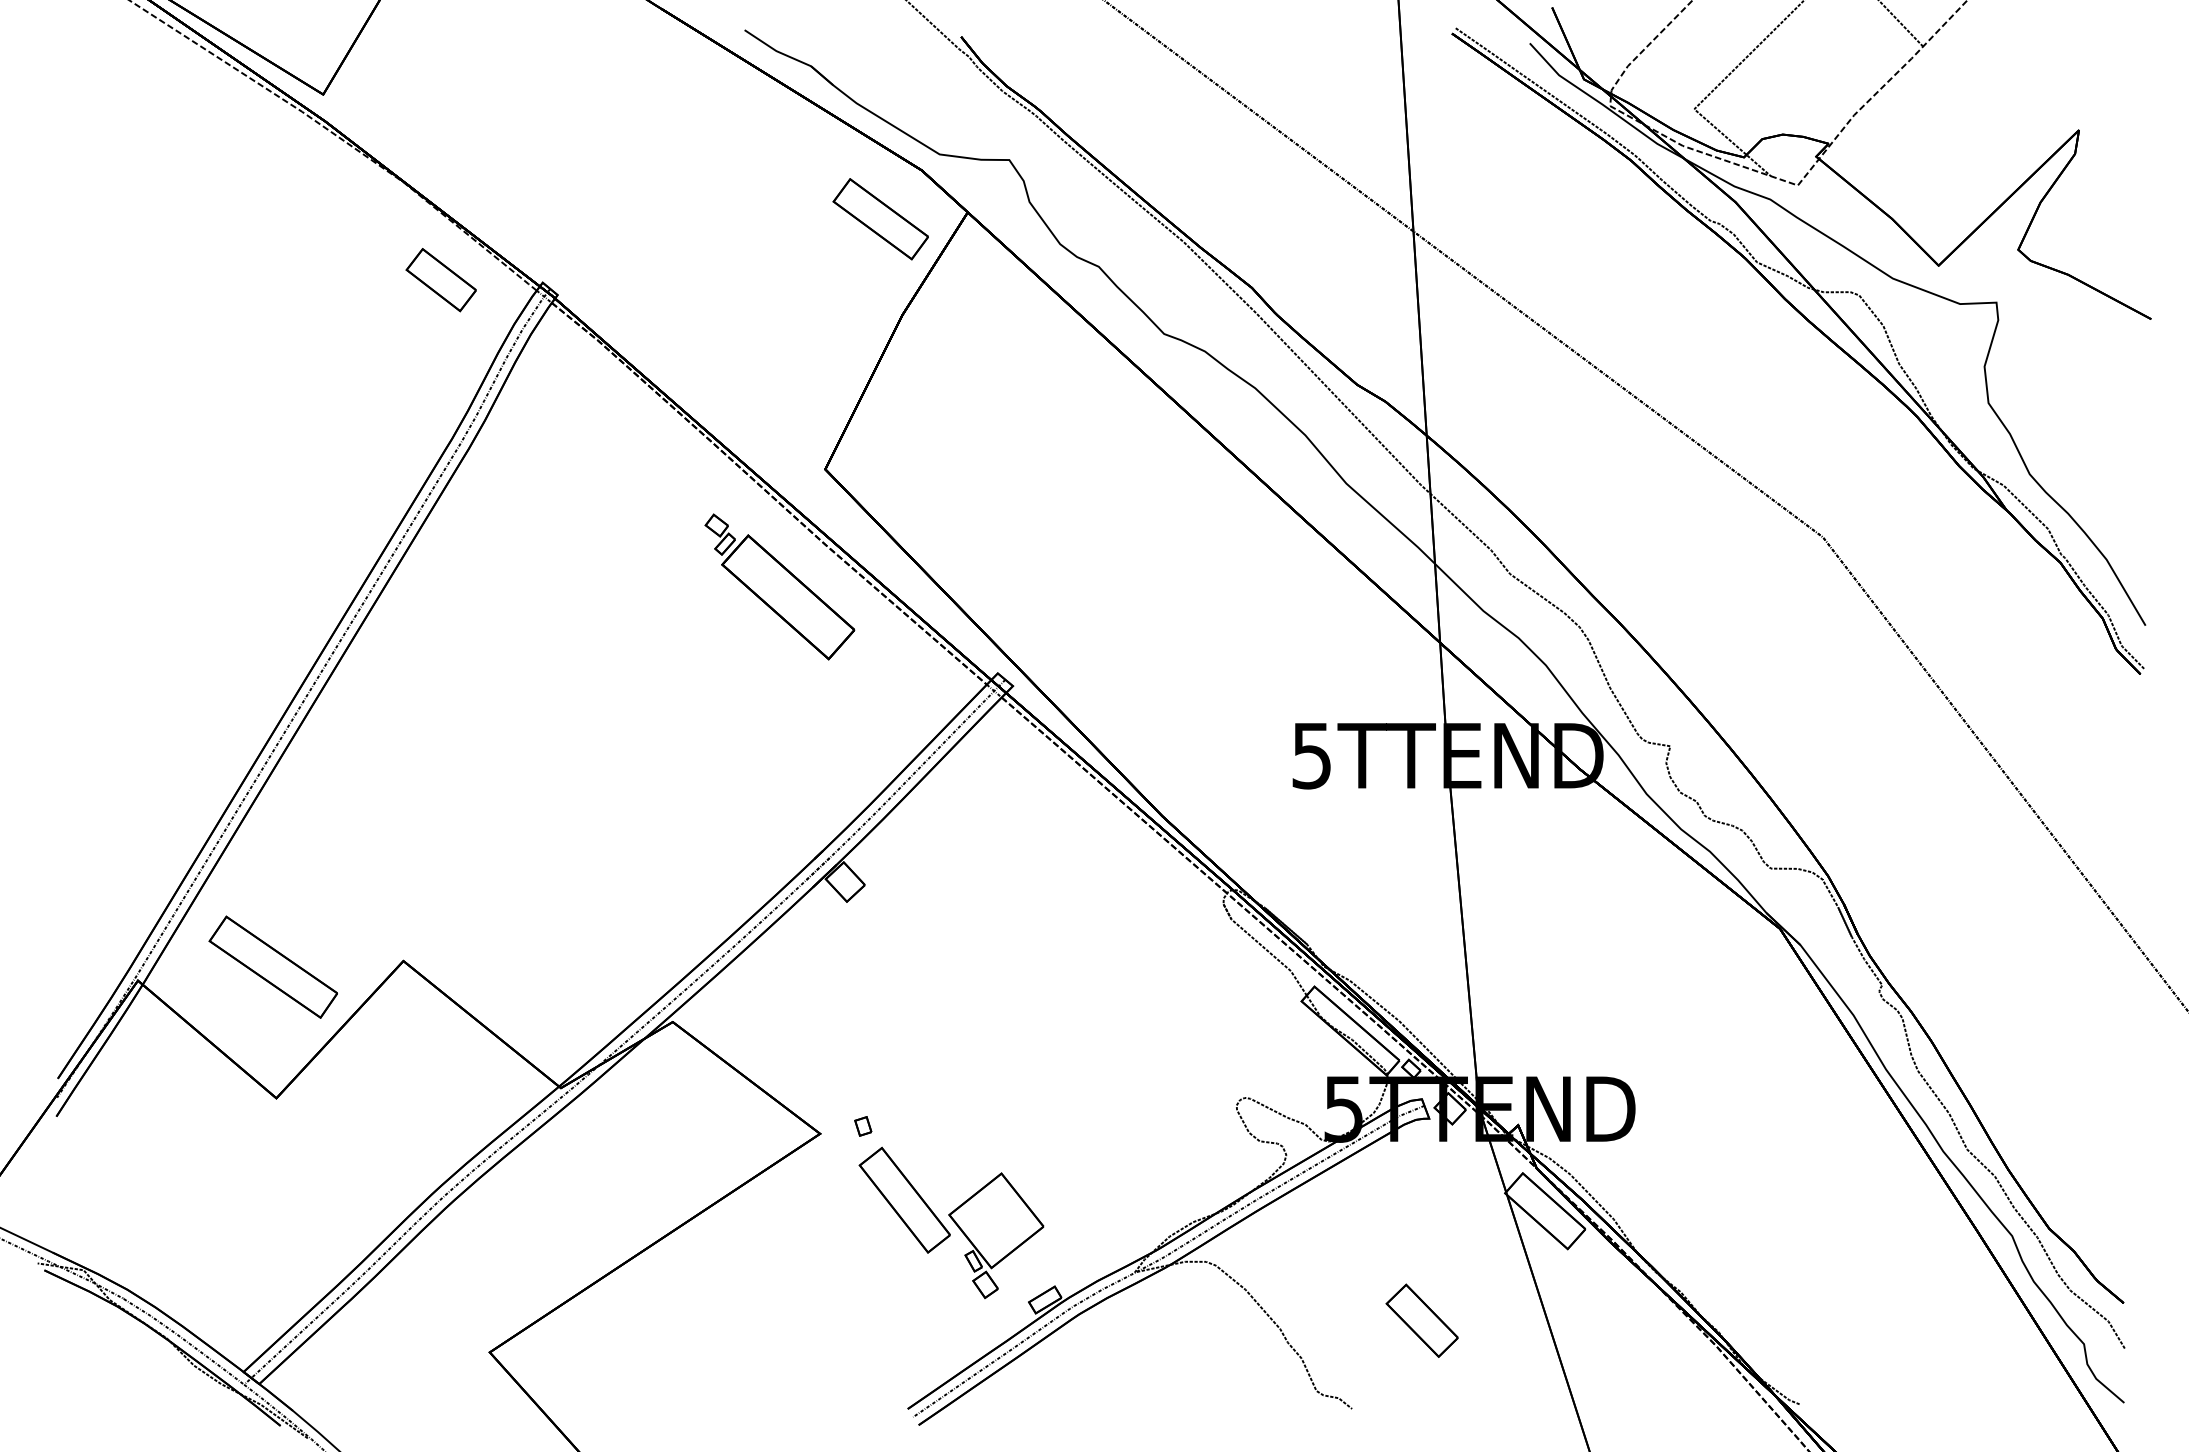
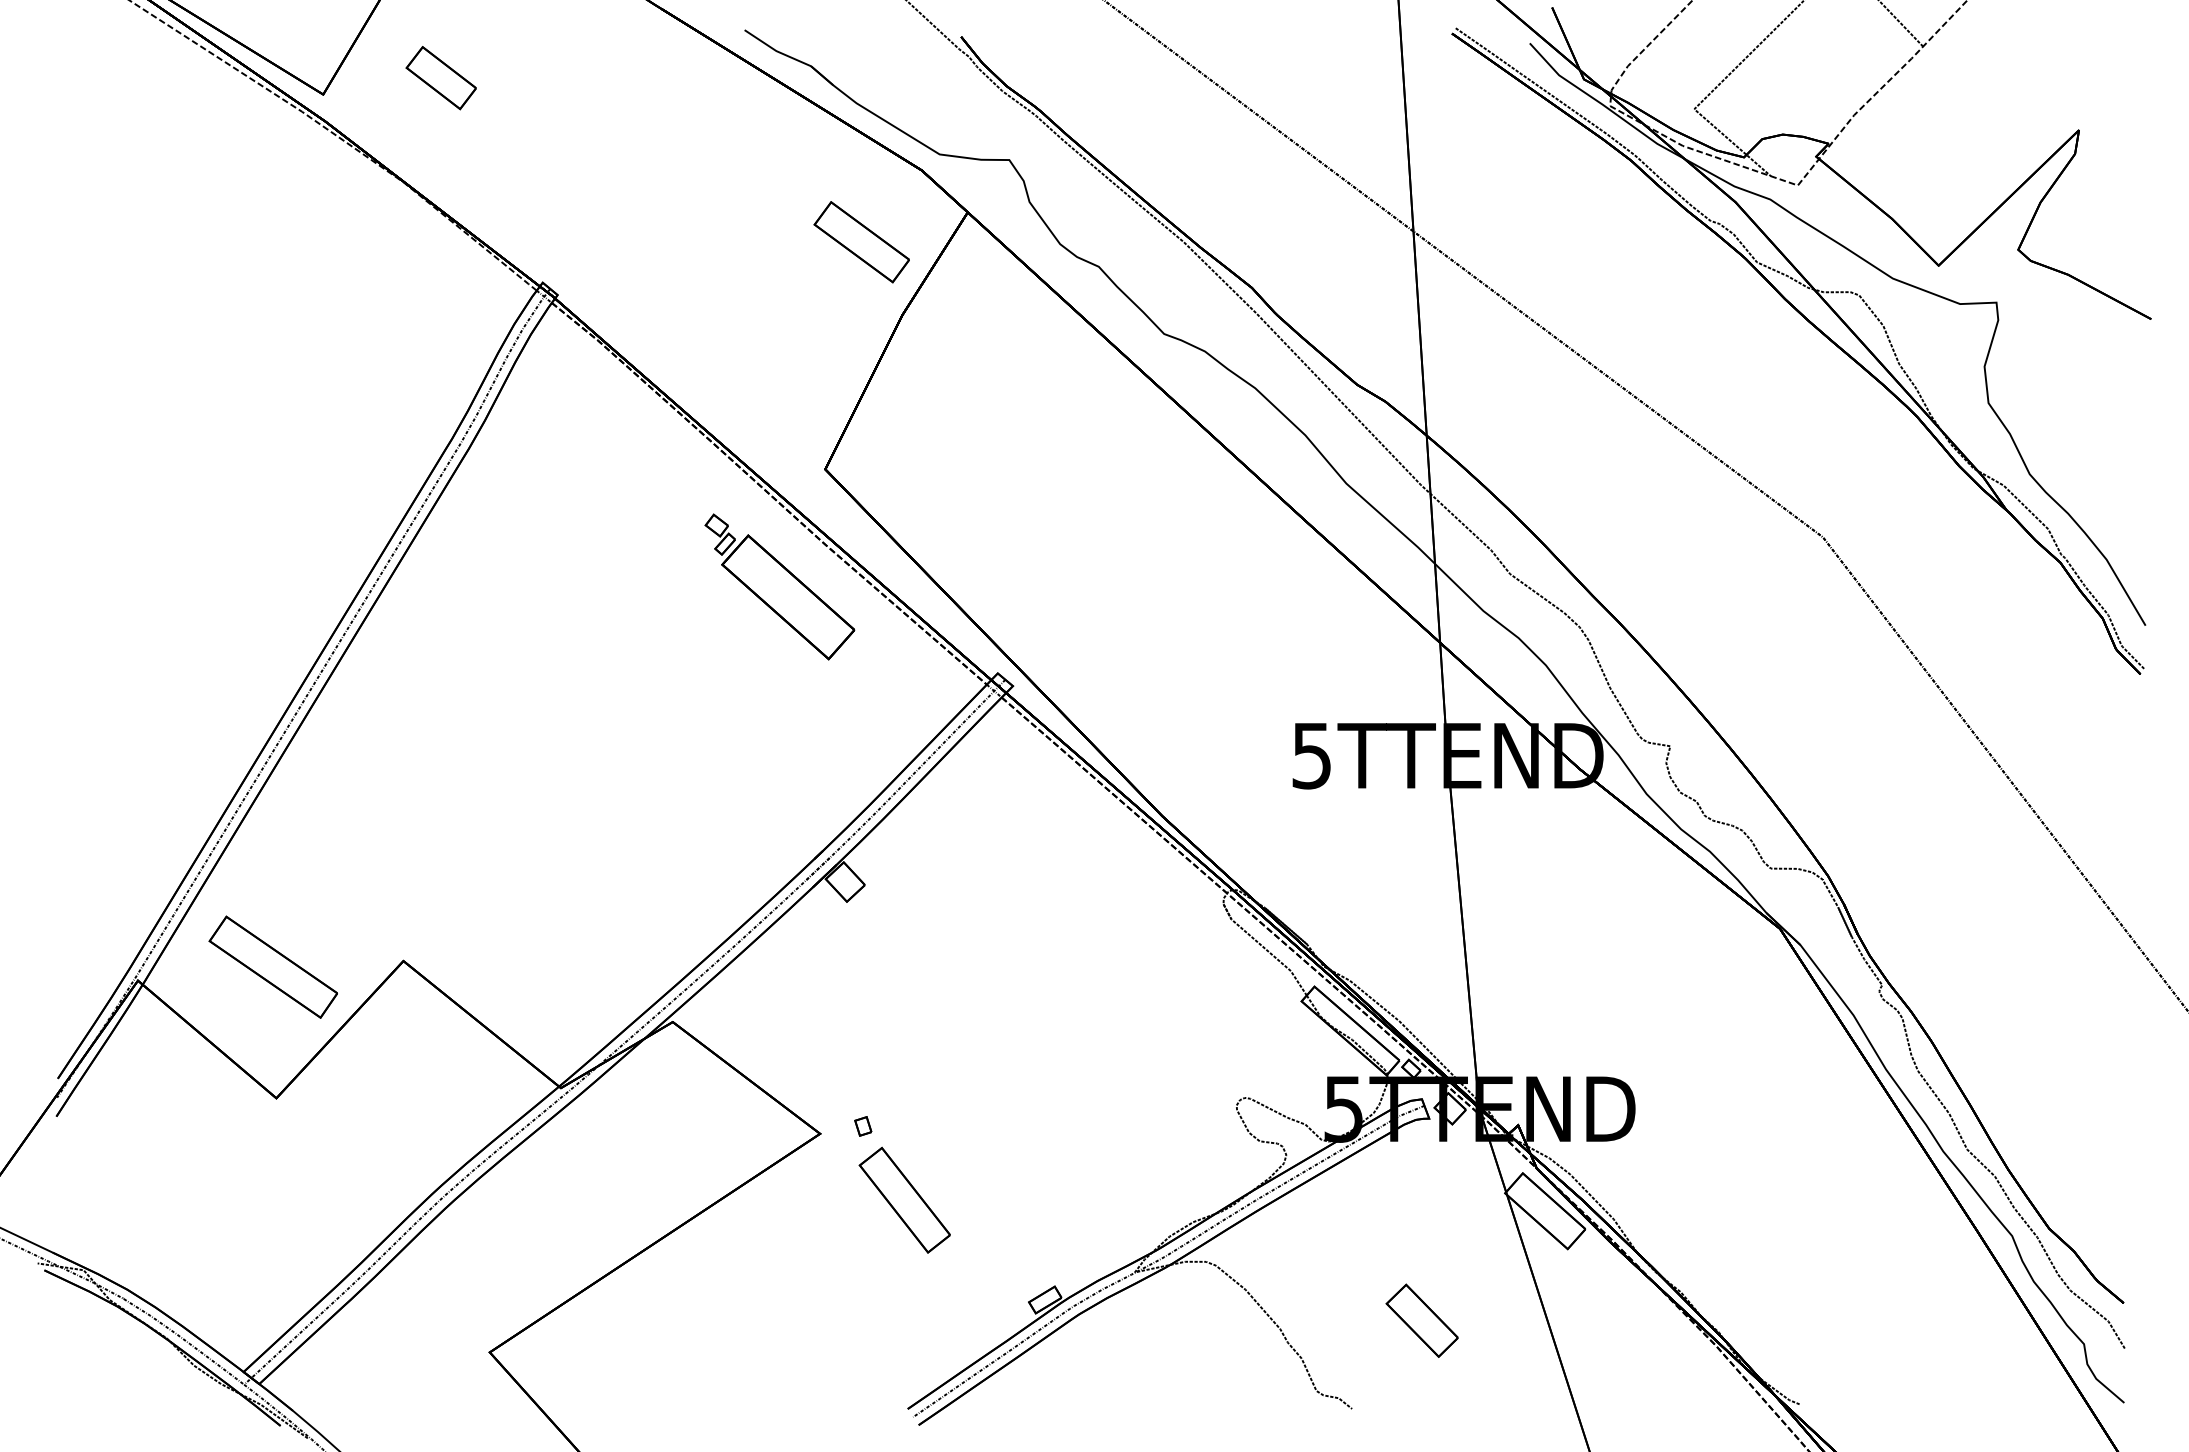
part at (880, 219) position: (880, 219) -> (861, 242)
part at (440, 280) position: (440, 280) -> (440, 78)
part at (996, 1235): present -> none
